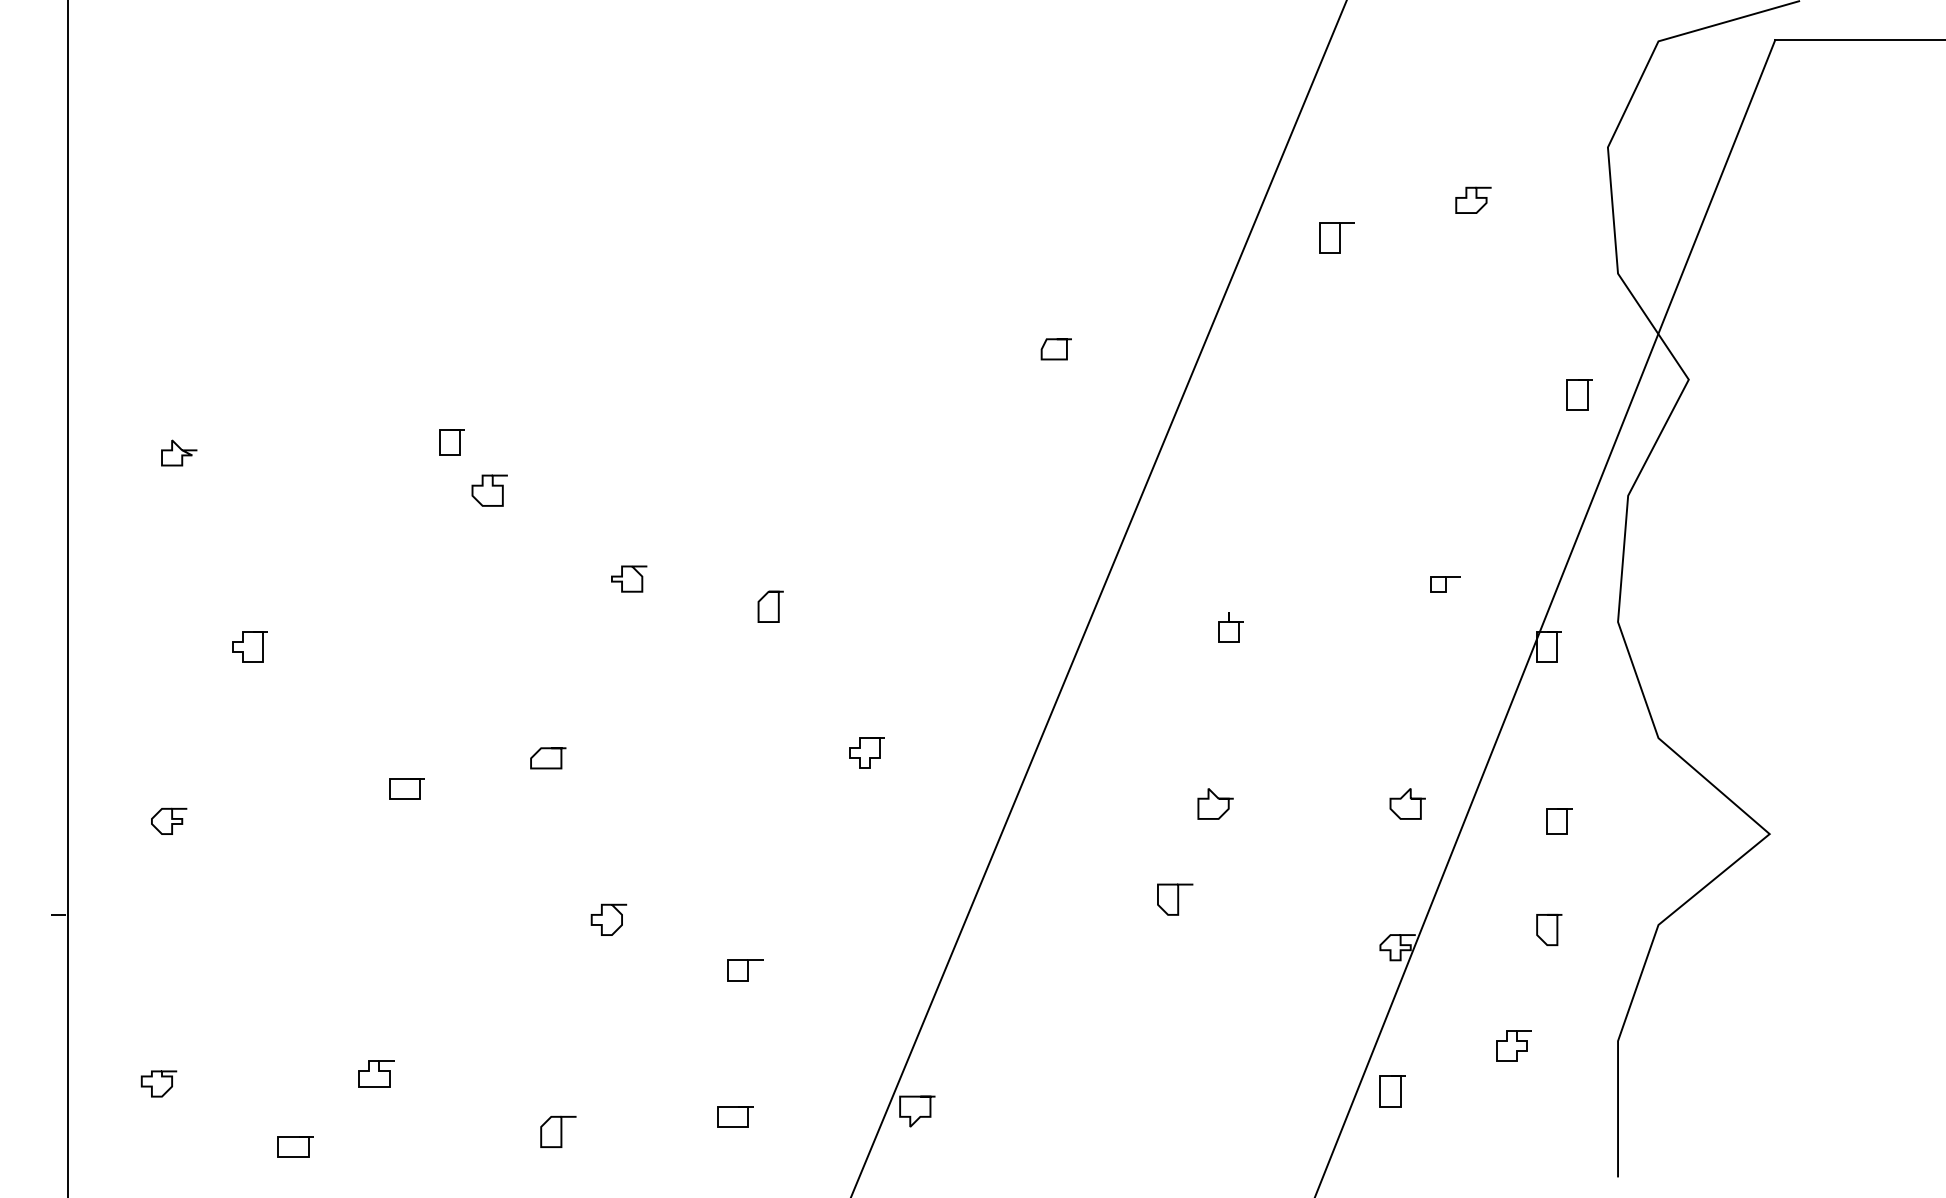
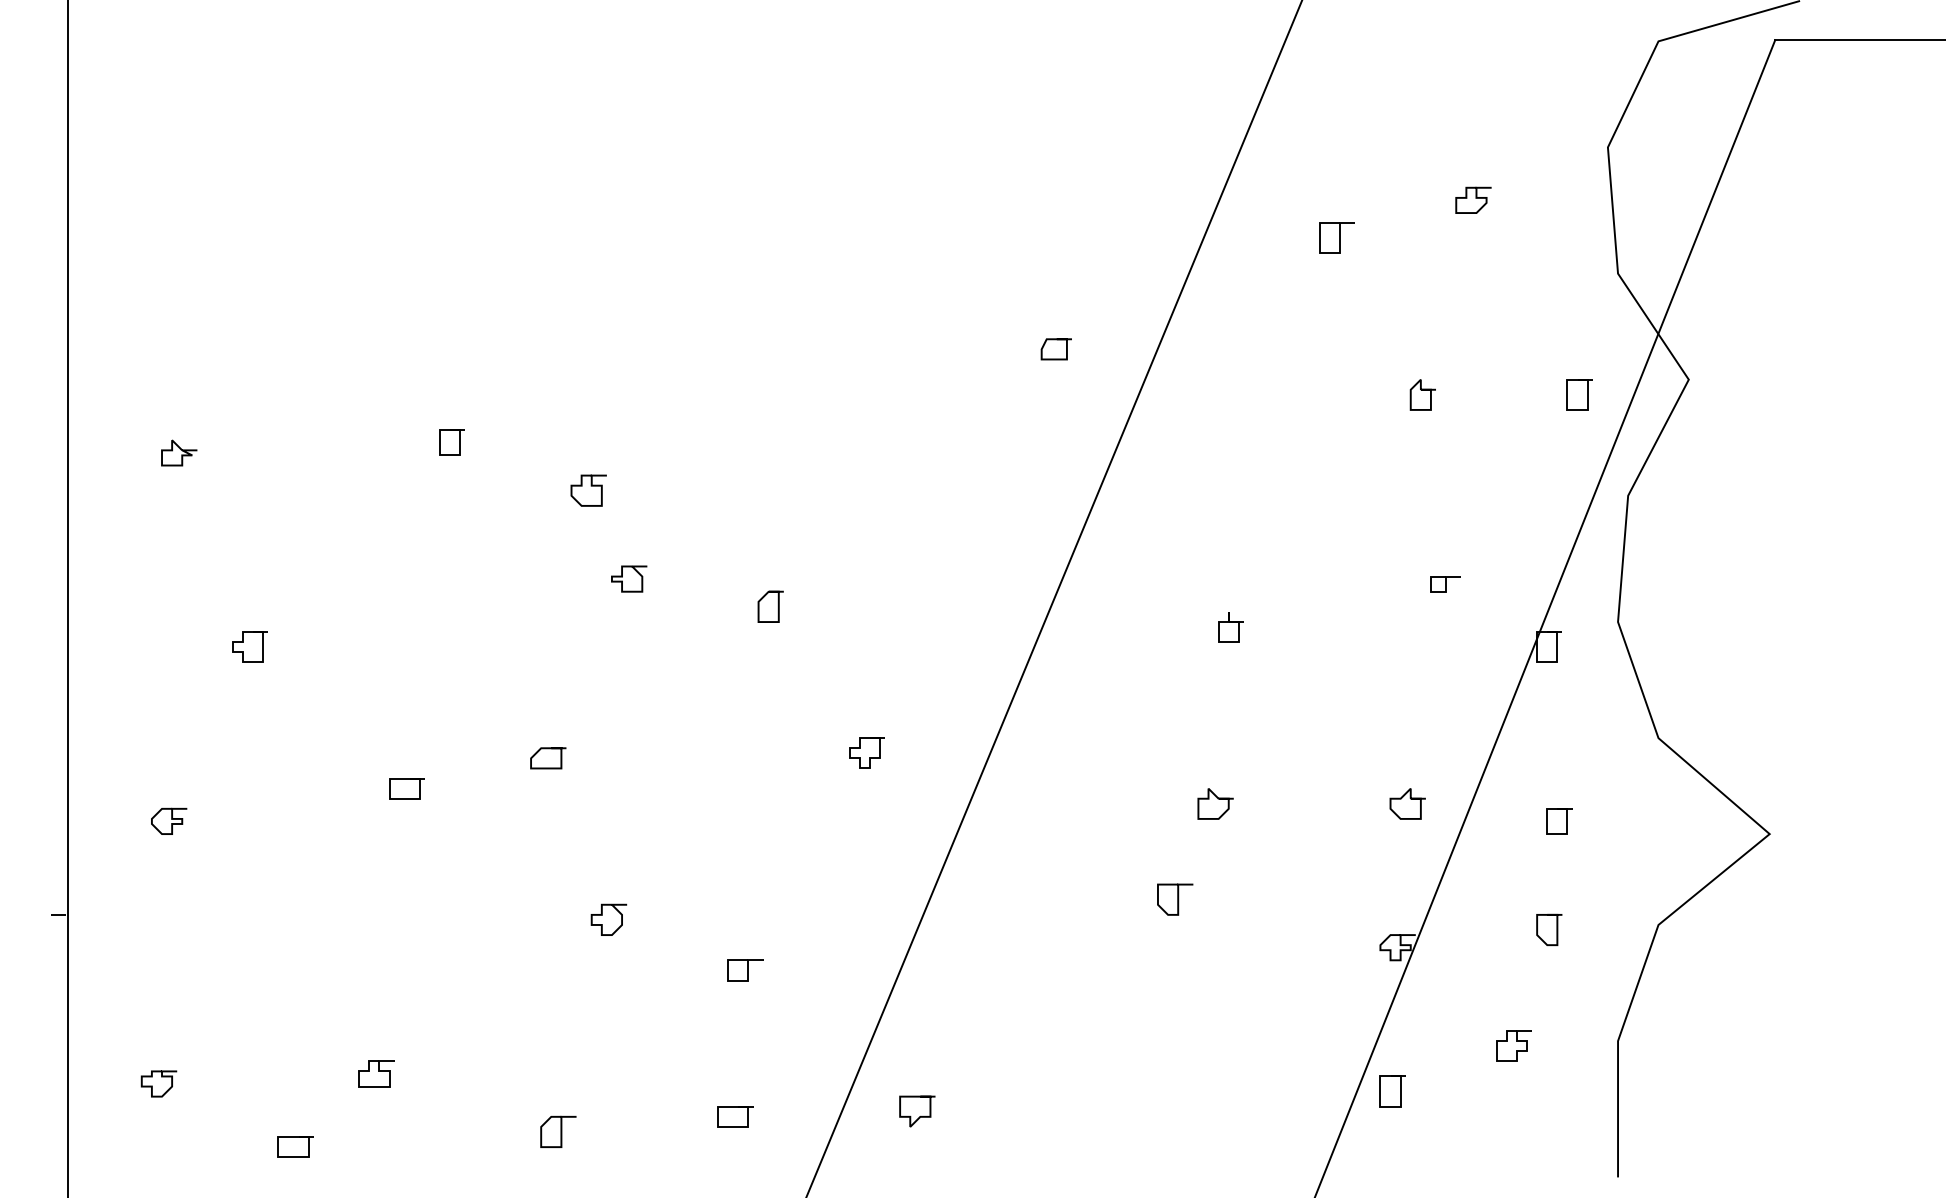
curve at (1422, 390): none -> present
curve at (491, 486) position: (491, 486) -> (590, 486)
line at (1098, 598) position: (1098, 598) -> (1054, 598)
